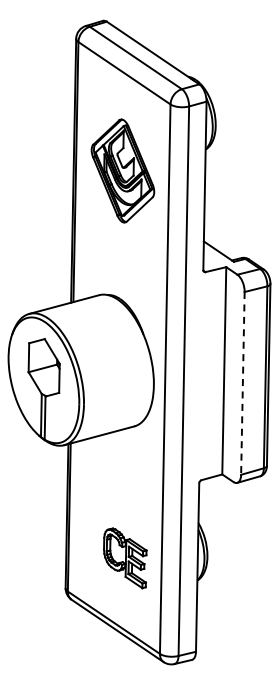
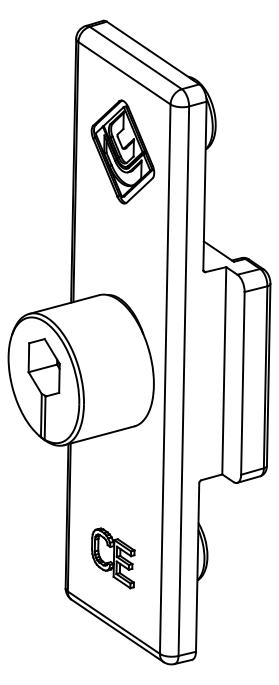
part at (122, 170) position: (122, 170) -> (122, 151)
line at (242, 383): dashed -> solid
part at (125, 558) position: (125, 558) -> (113, 558)
